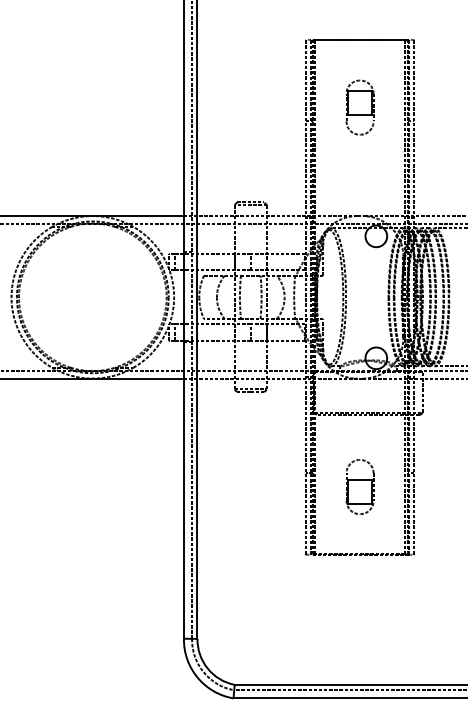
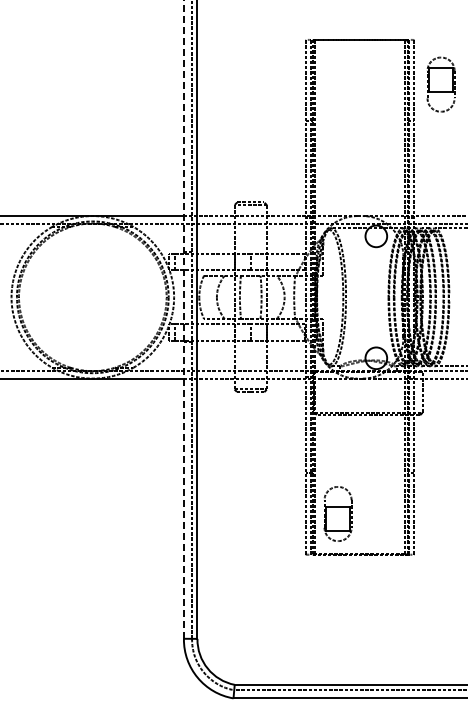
part at (359, 107) position: (359, 107) -> (440, 84)
line at (183, 319): solid -> dashed
part at (359, 486) position: (359, 486) -> (337, 513)
